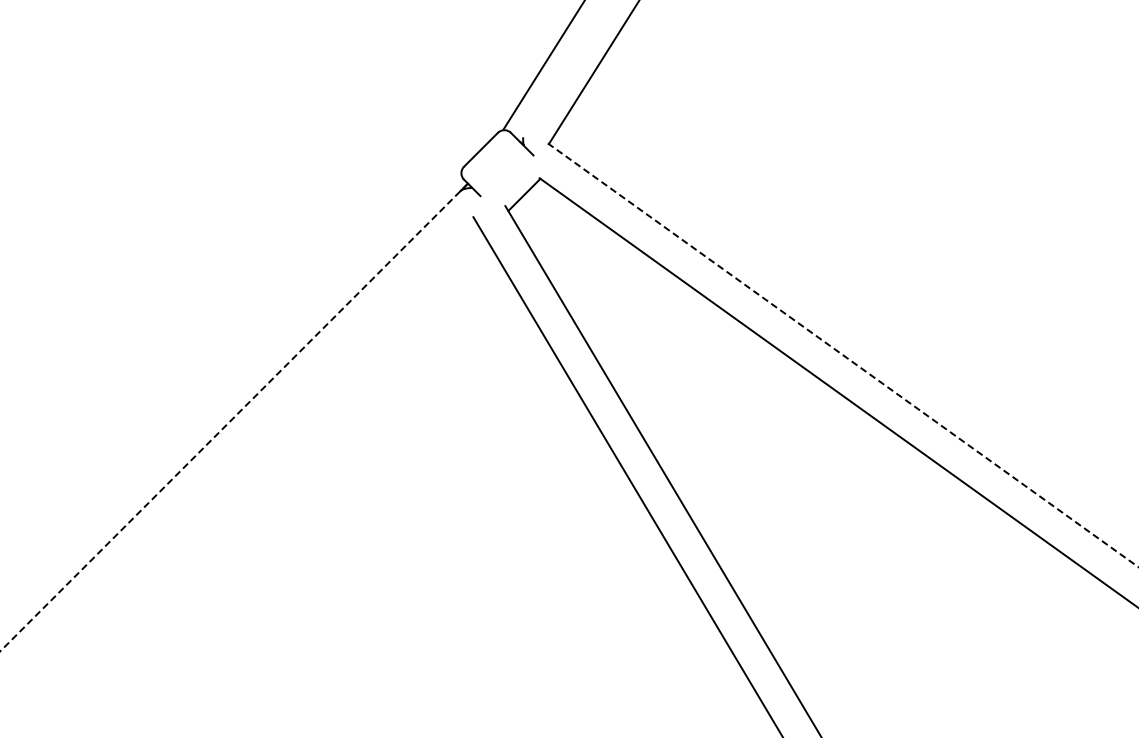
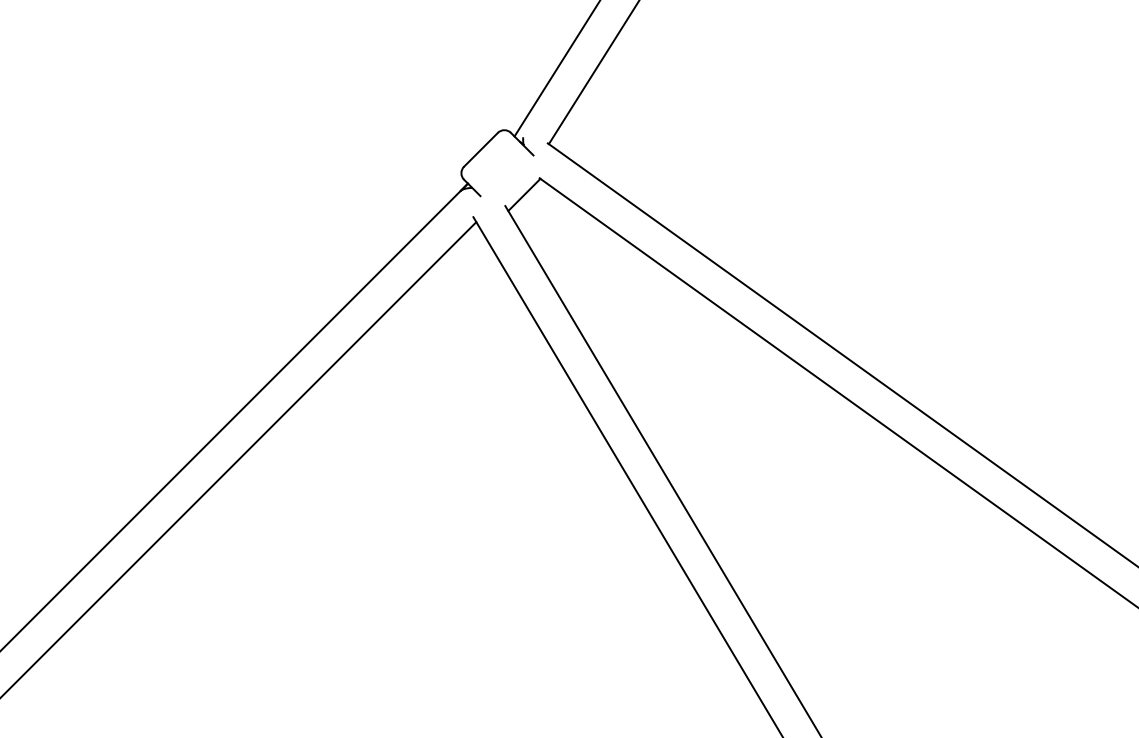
line at (543, 65) position: (543, 65) -> (556, 69)
line at (843, 355): dashed -> solid
line at (233, 417): dashed -> solid
line at (239, 459): none -> present
